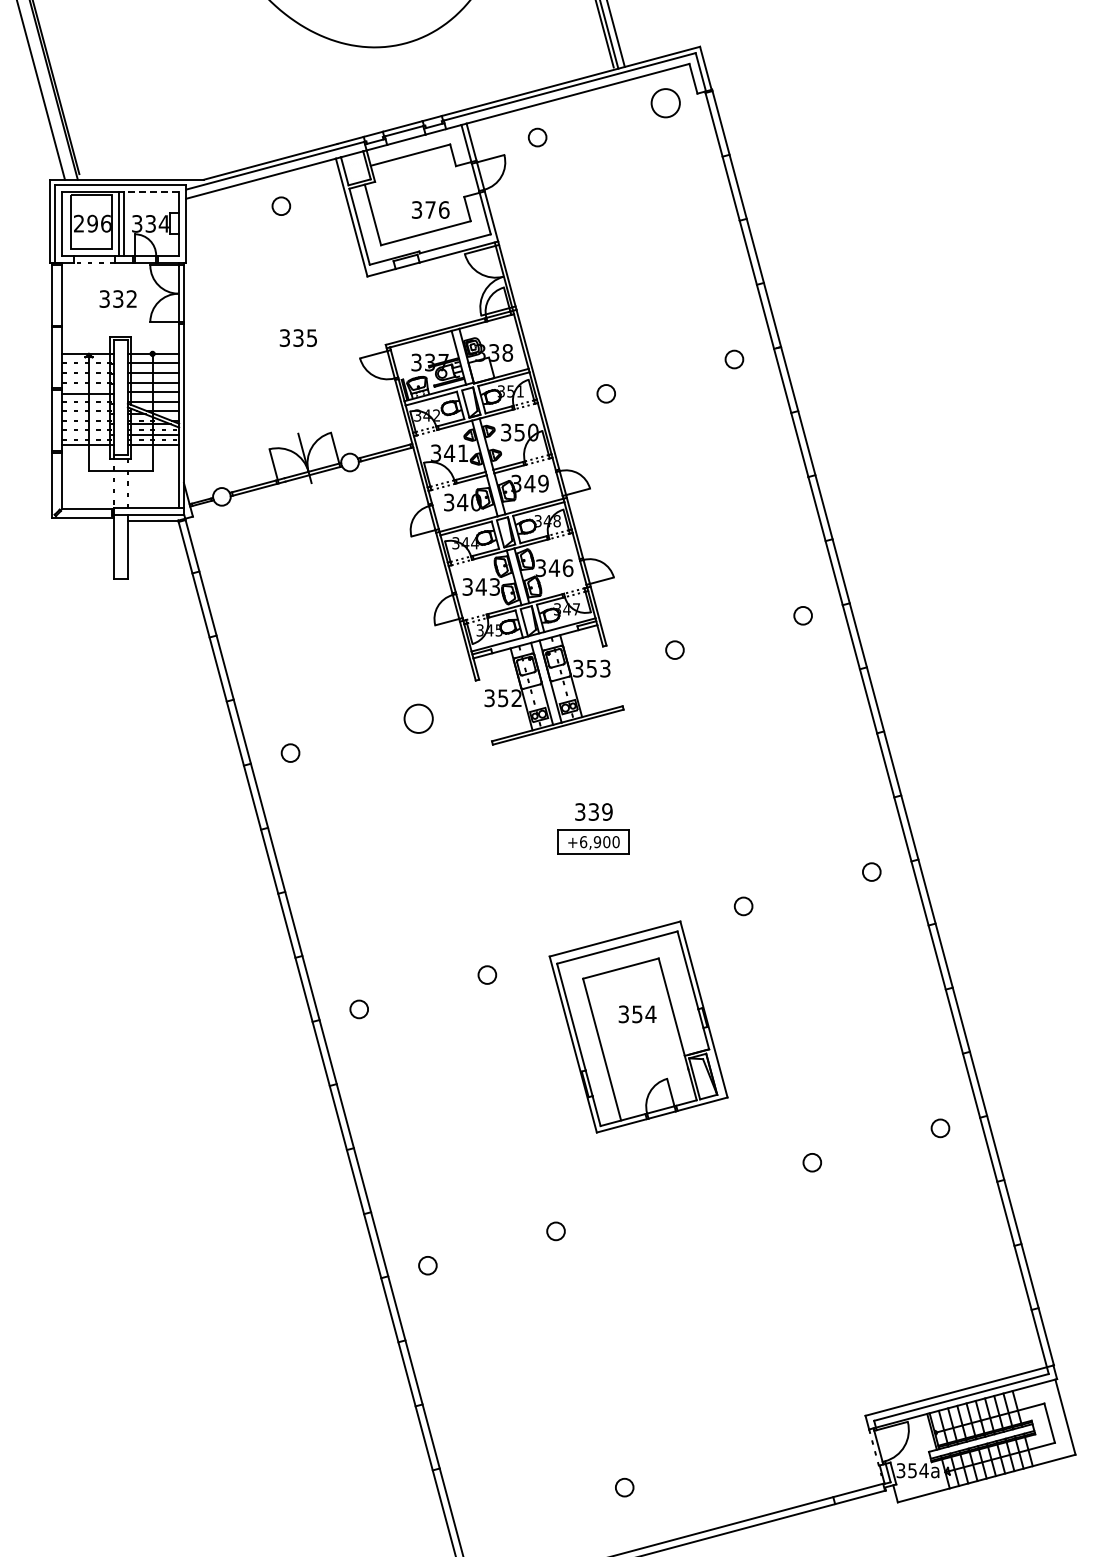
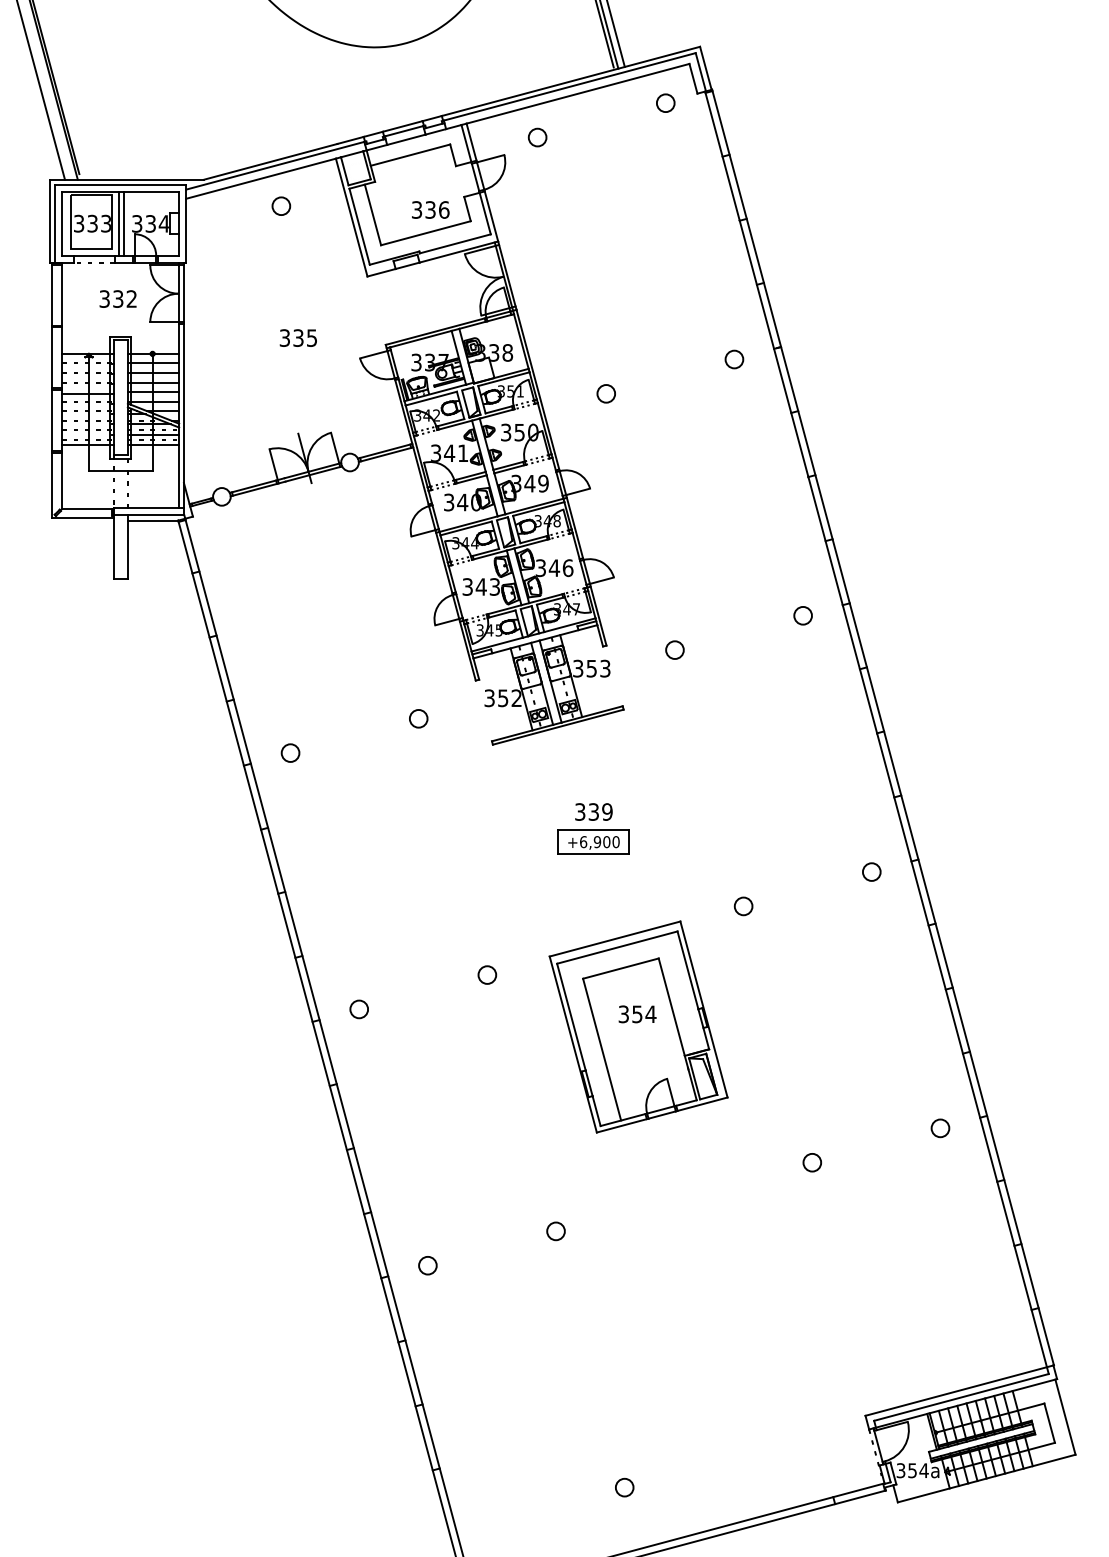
circle at (665, 103) diameter: 28 px -> 18 px
line at (151, 191): dashed -> solid
text at (430, 209): 376 -> 336
text at (92, 223): 296 -> 333
circle at (418, 718) diameter: 28 px -> 18 px
